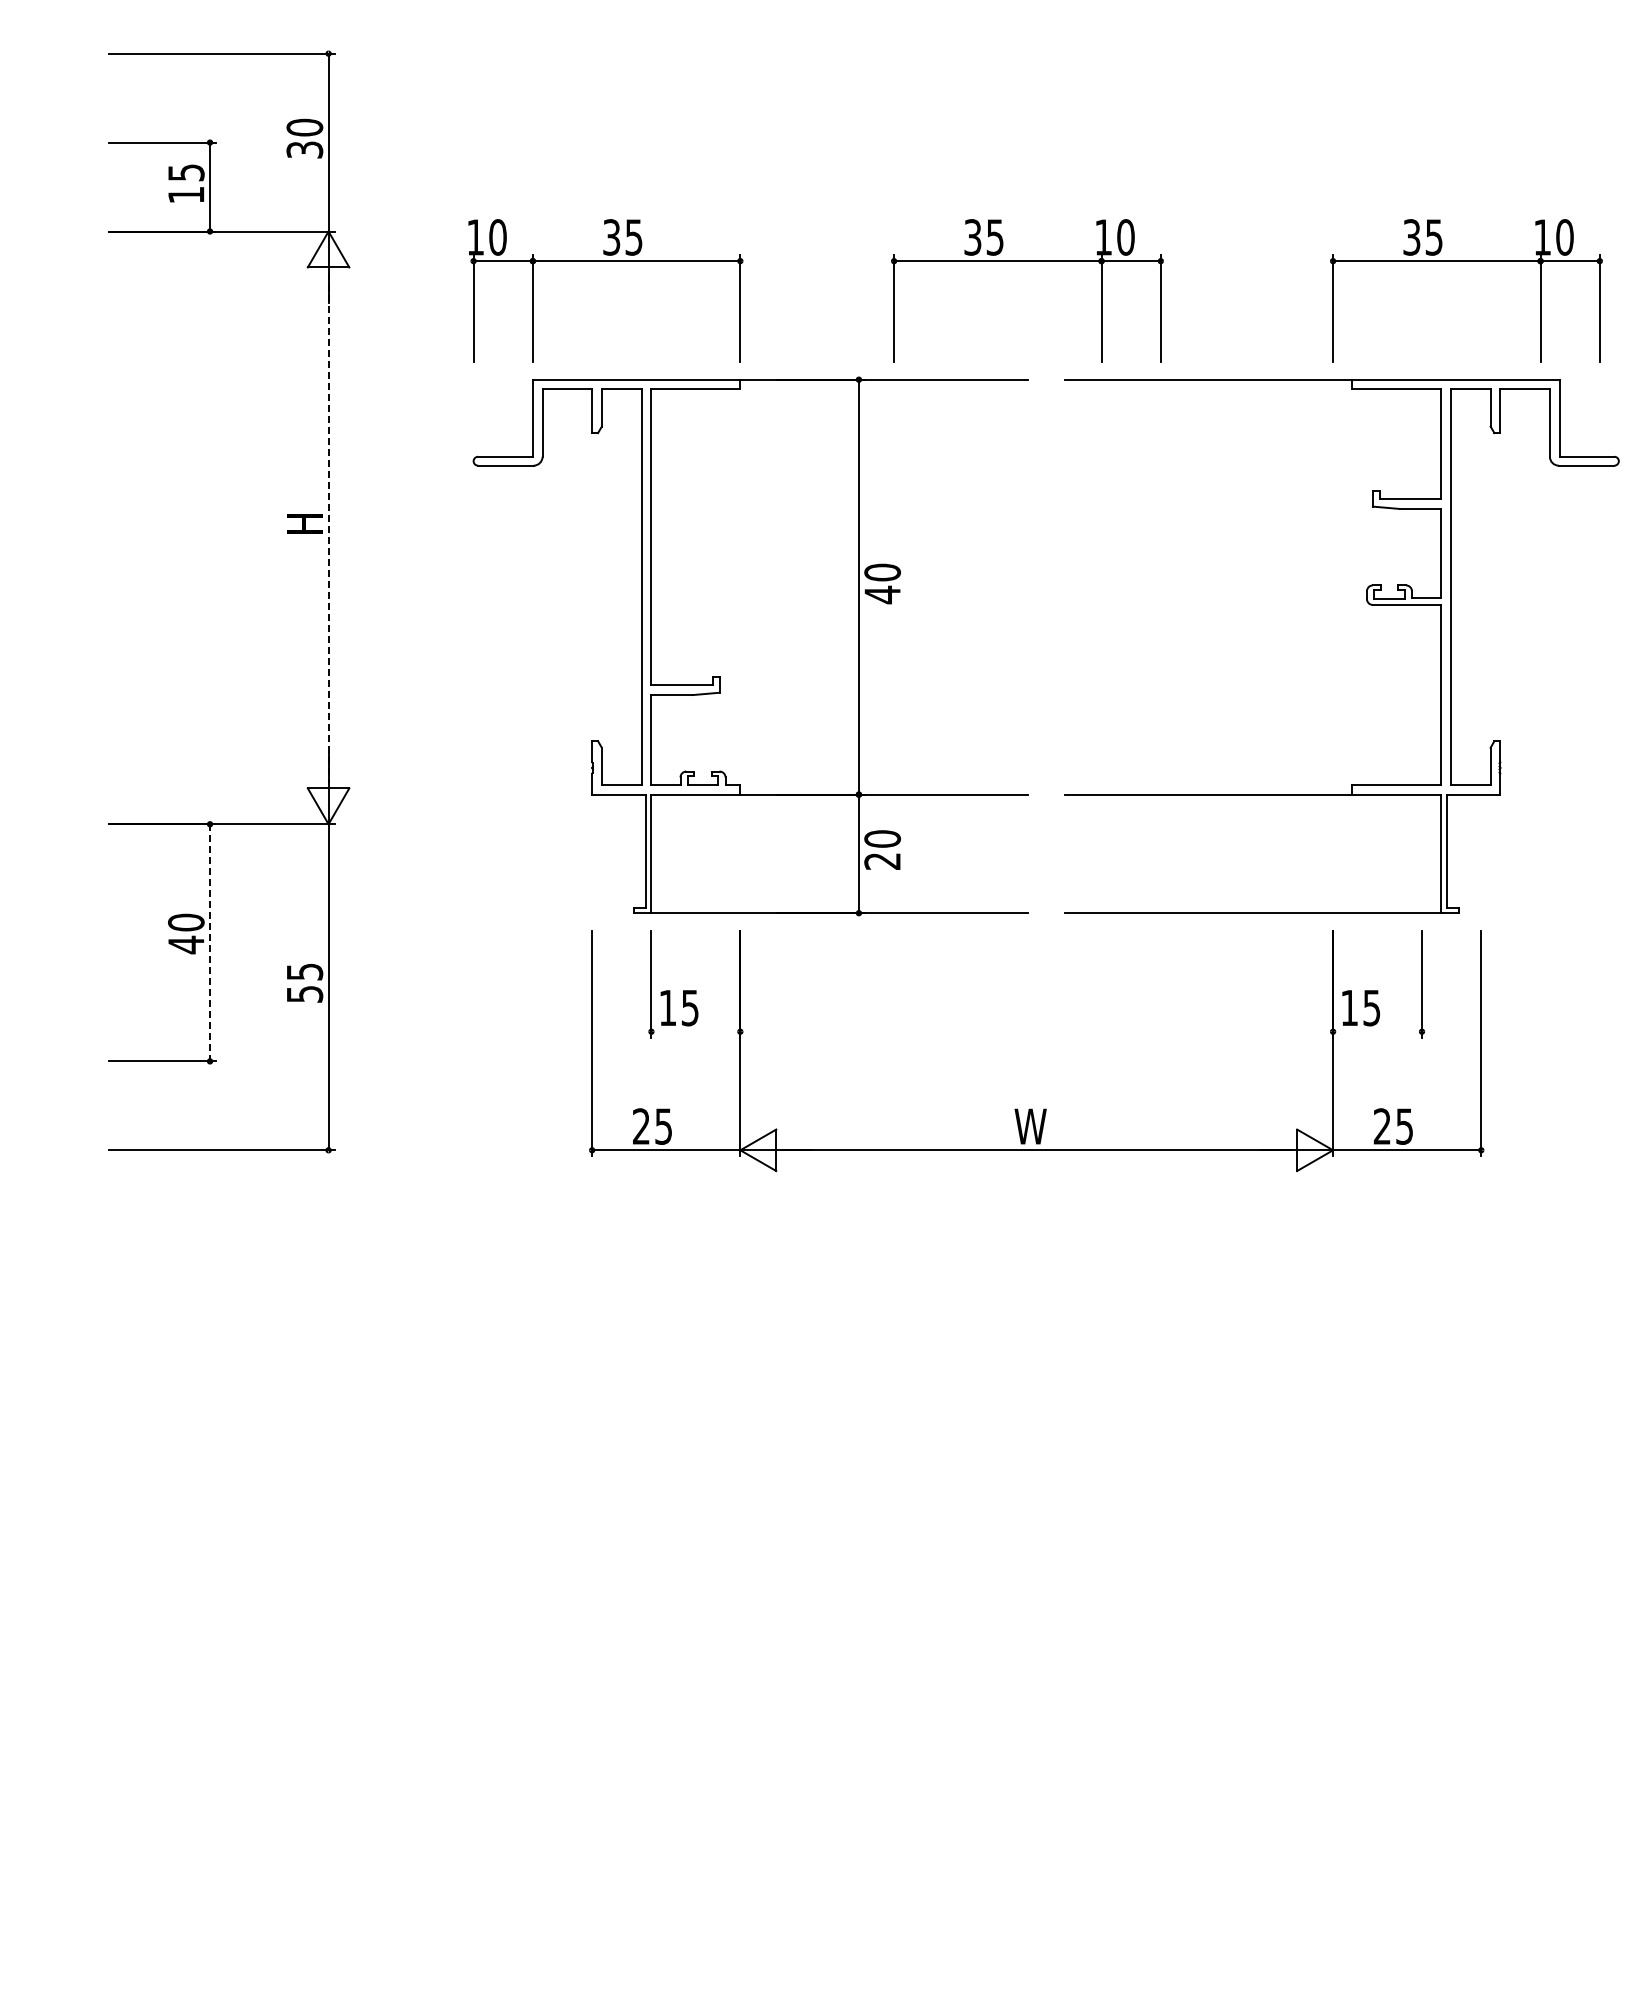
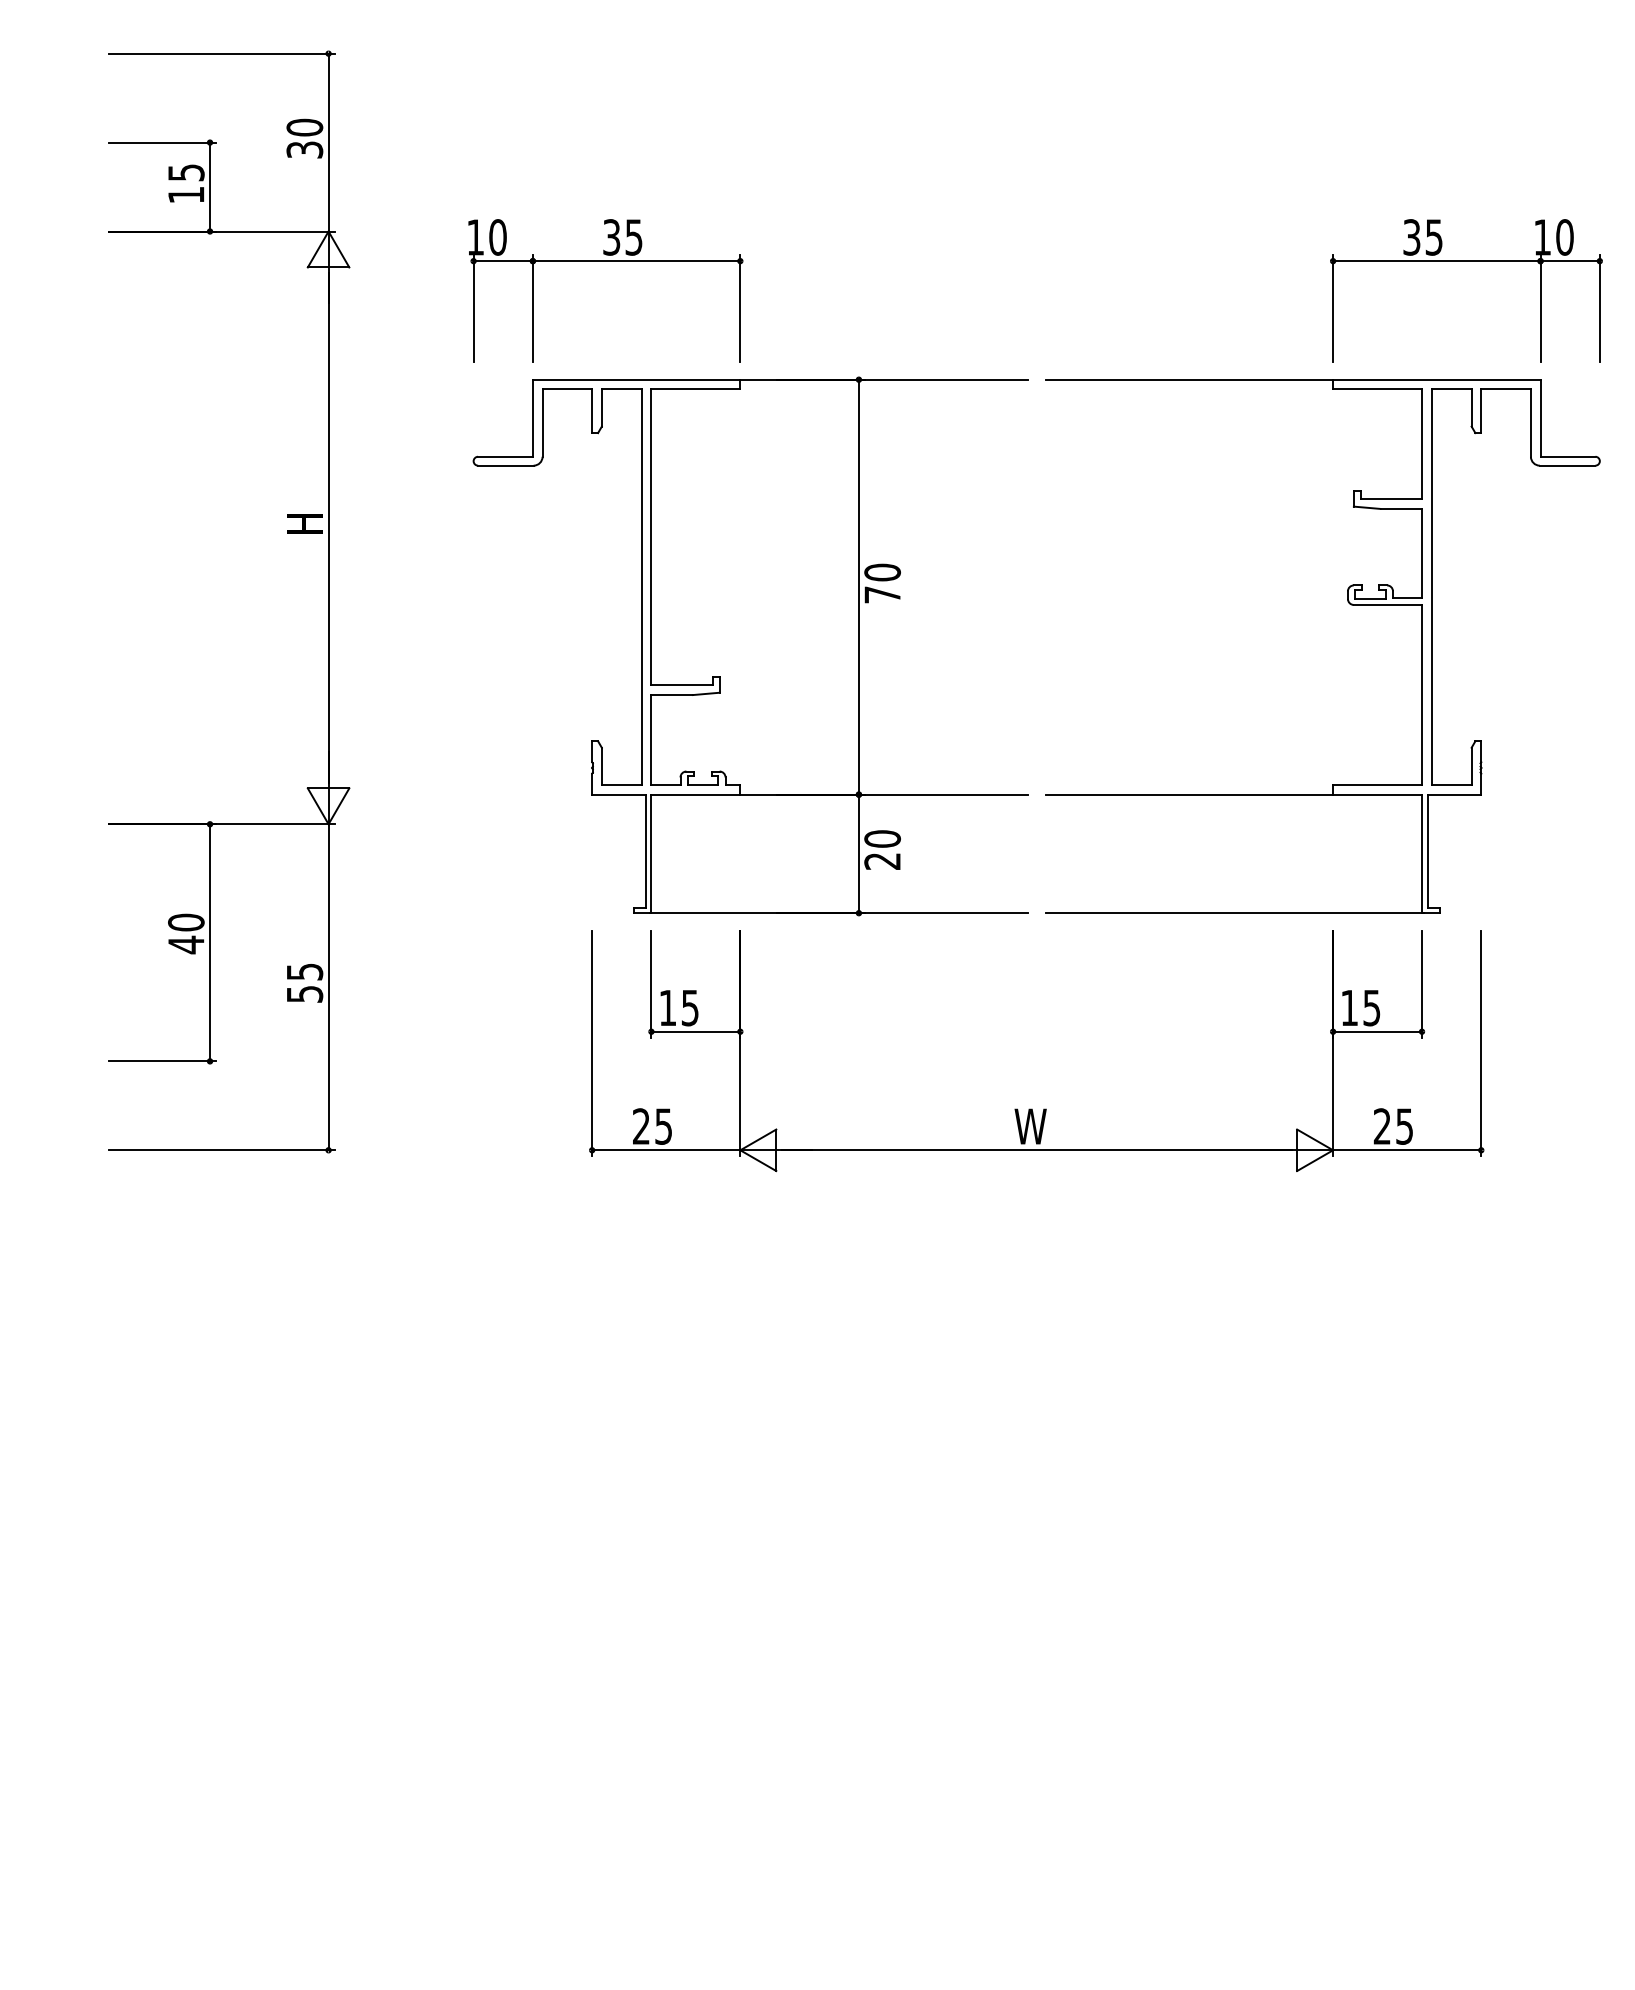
part at (1027, 261): present -> none
line at (328, 527): dashed -> solid
text at (882, 594): 40 -> 70
part at (1368, 604) position: (1368, 604) -> (1349, 604)
line at (210, 942): dashed -> solid
line at (695, 1031): none -> present
line at (1377, 1031): none -> present
